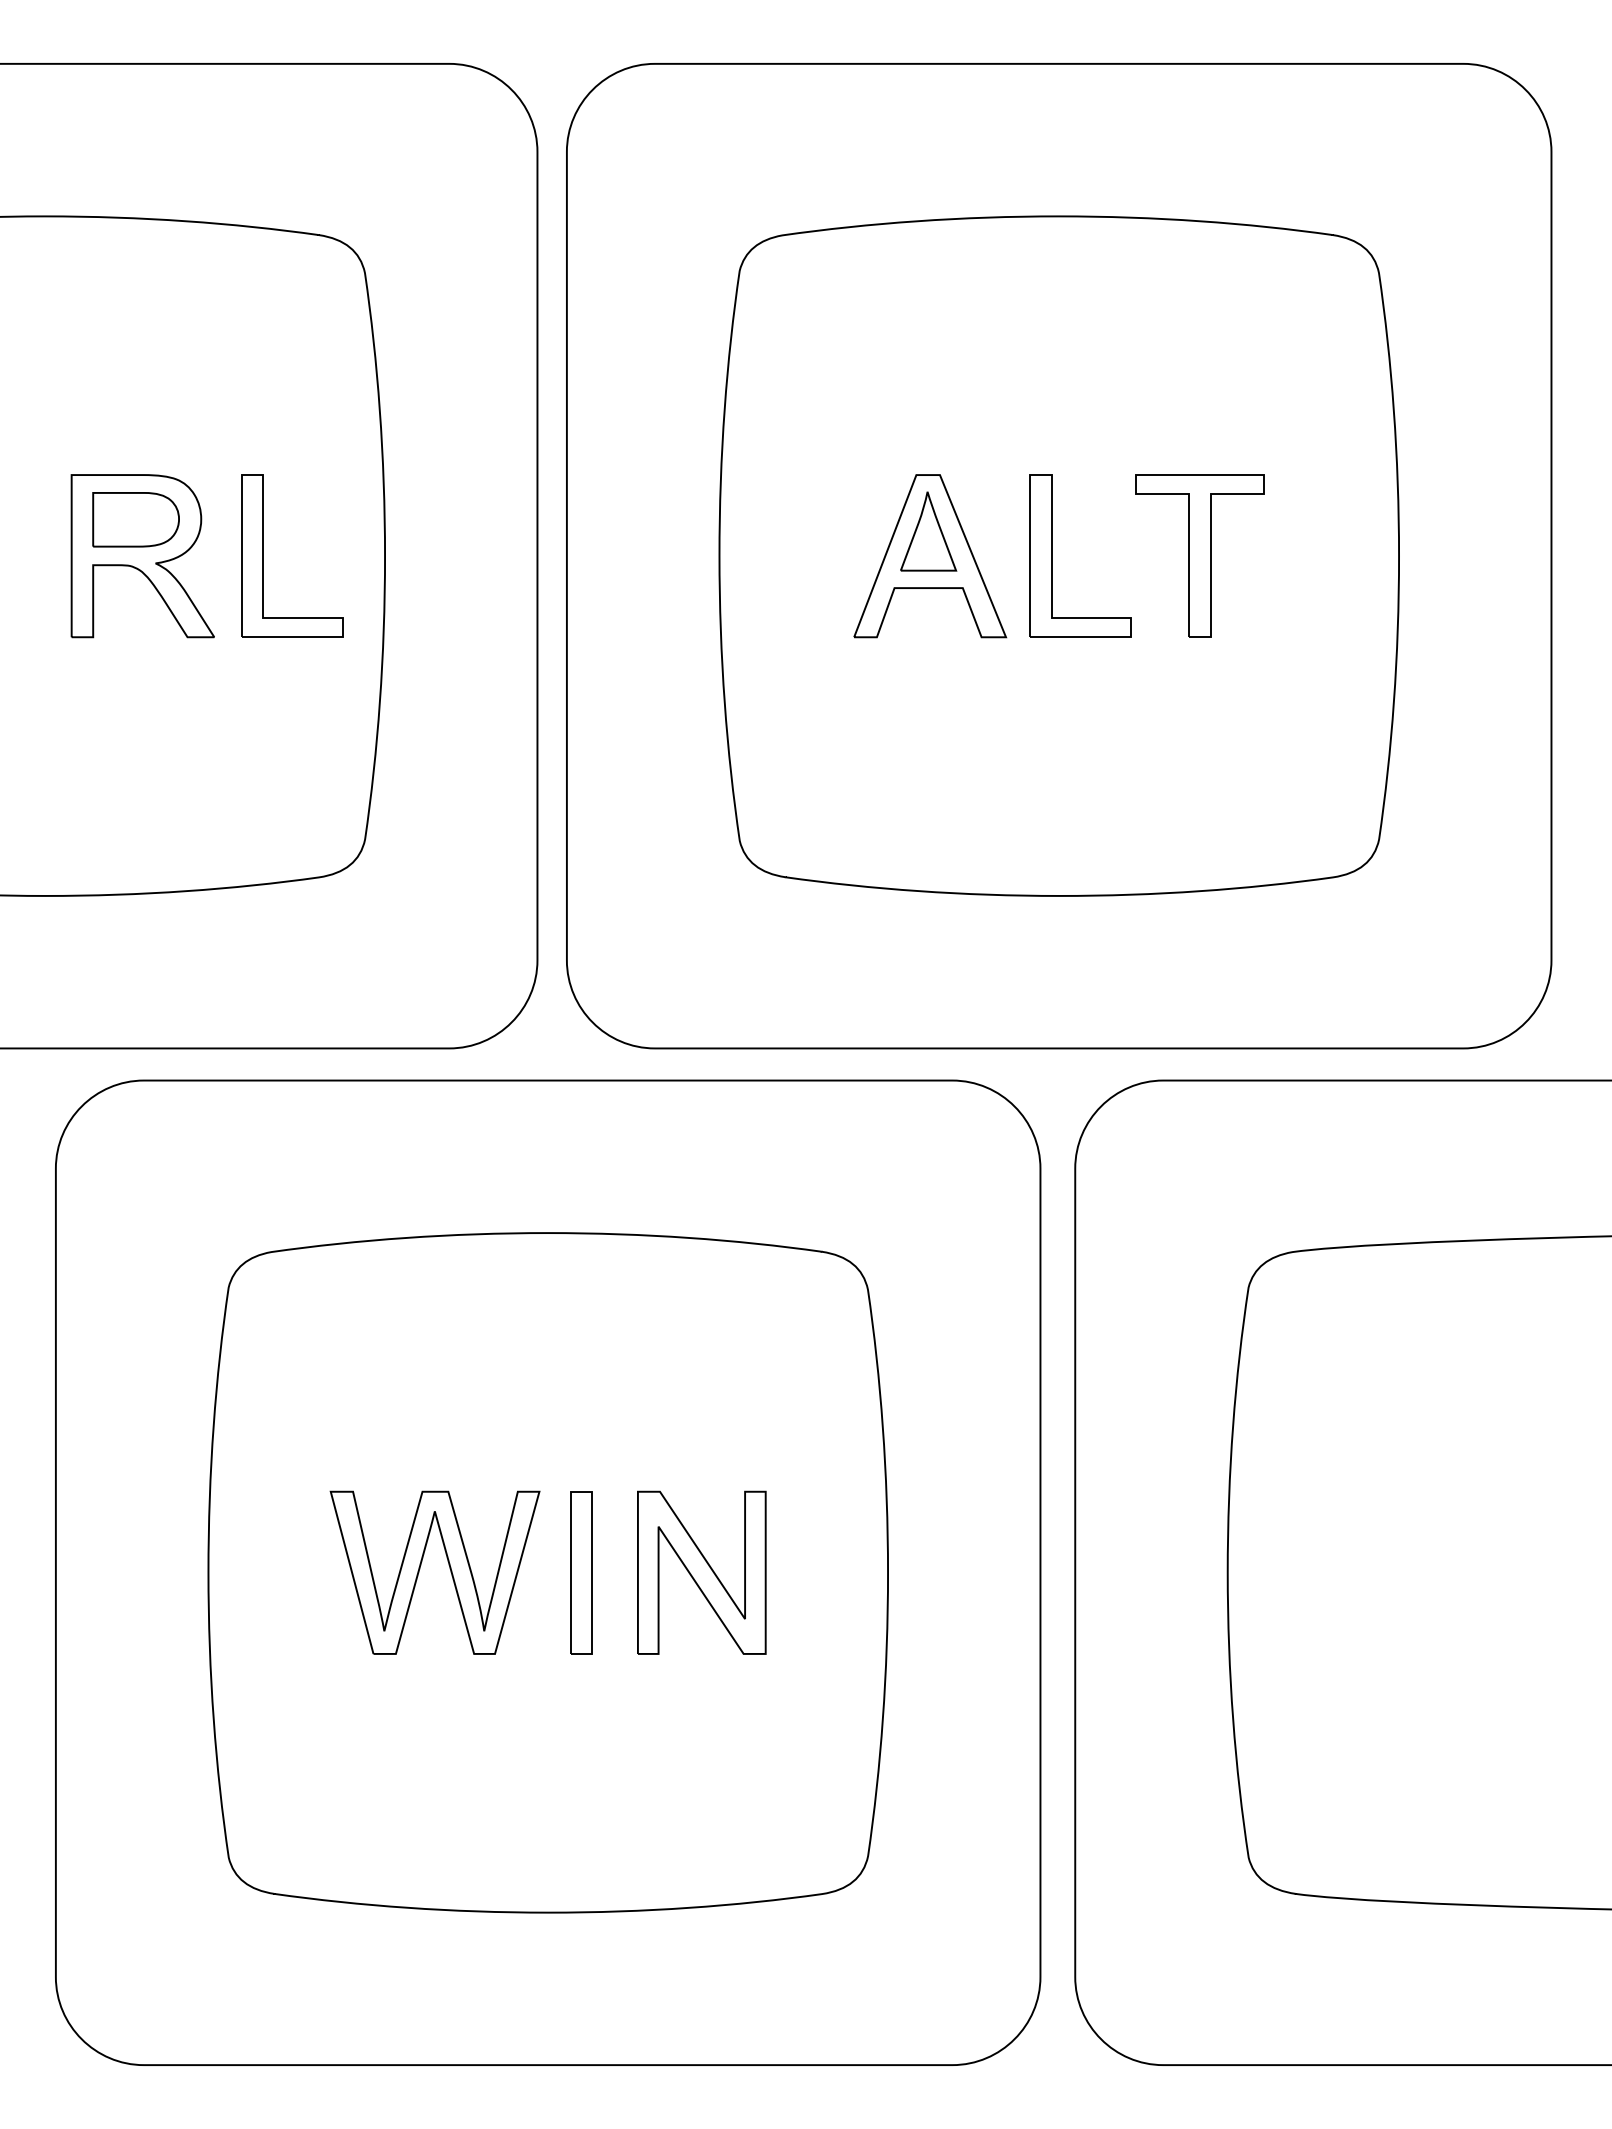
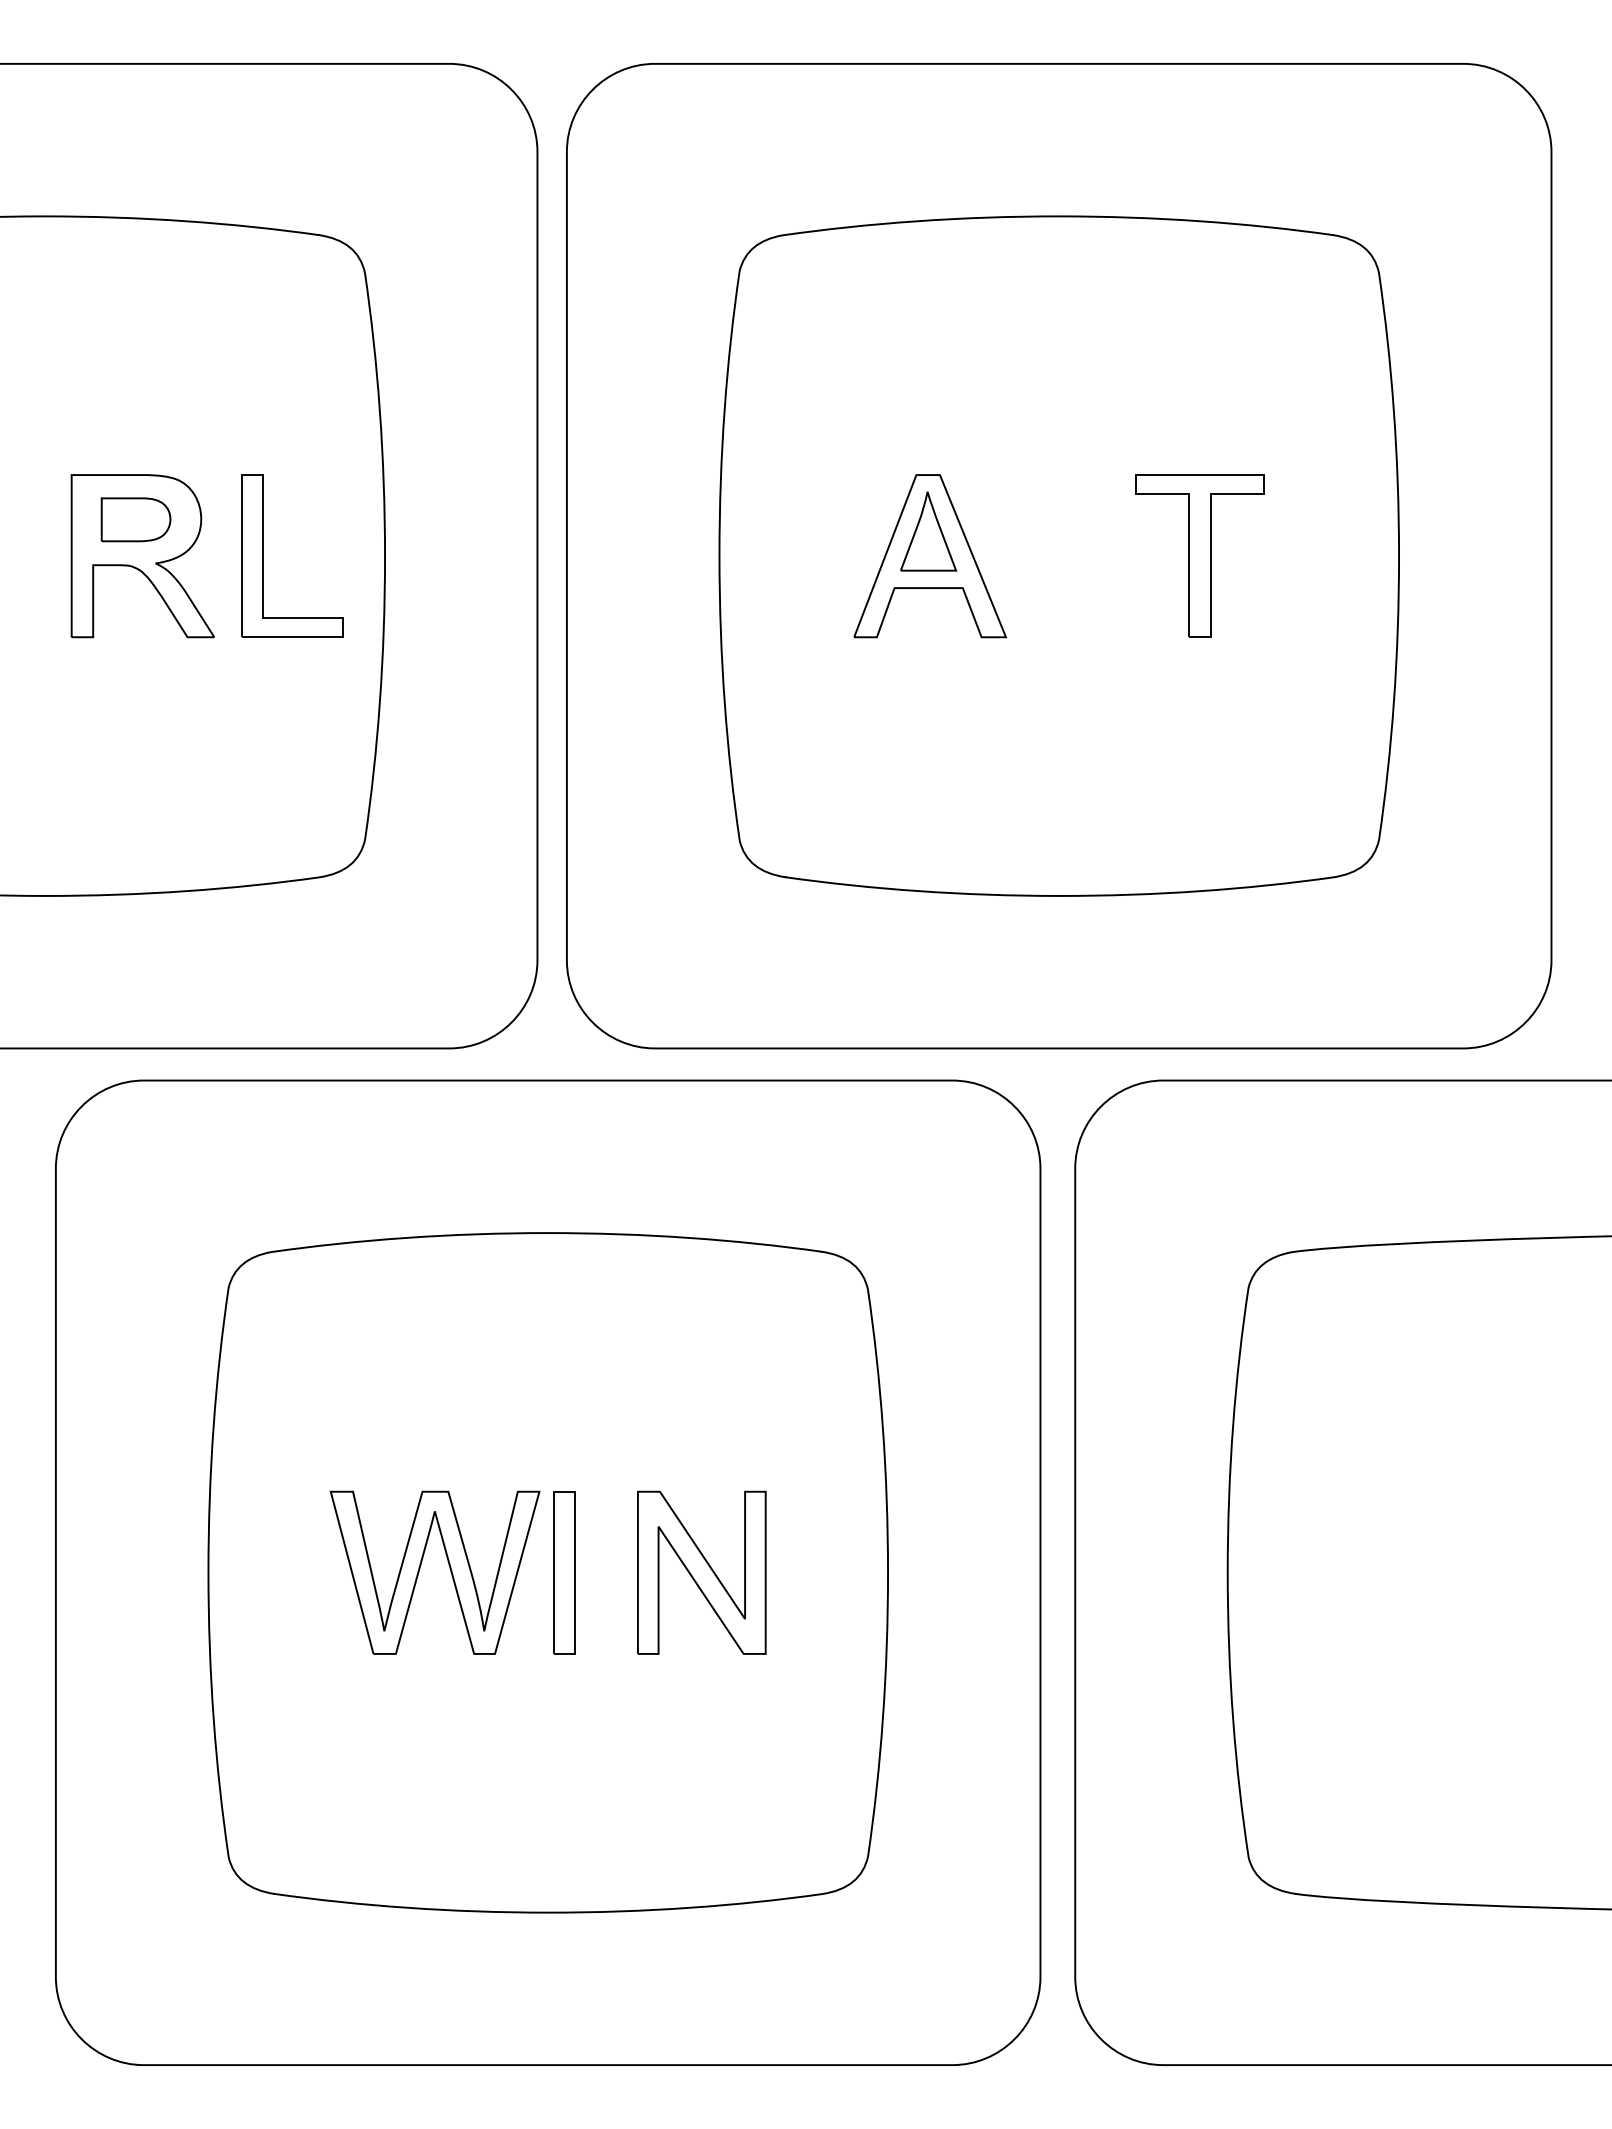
part at (135, 519) size: 88x56 px -> 72x46 px
part at (1052, 555): present -> none
part at (581, 1572) position: (581, 1572) -> (564, 1572)
